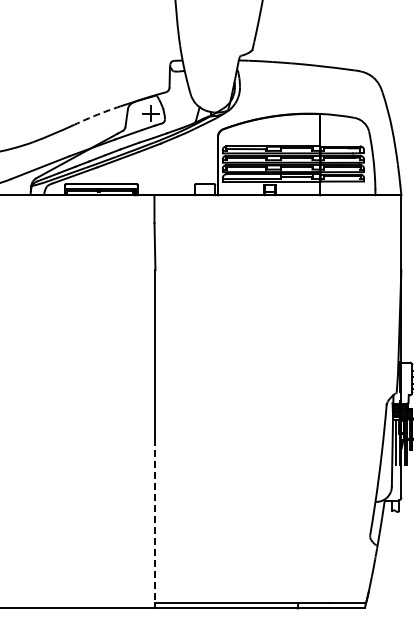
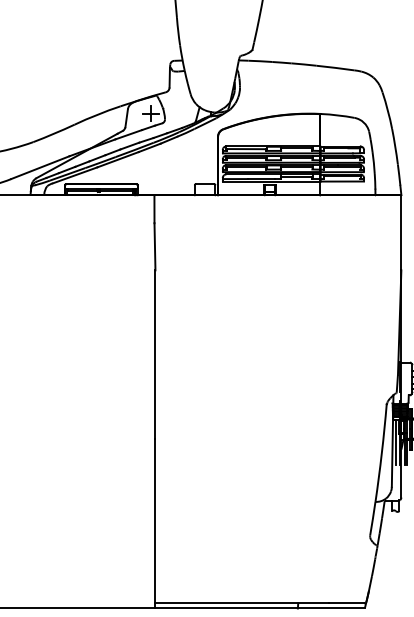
arc at (97, 114): dashed -> solid
line at (155, 521): dashed -> solid
